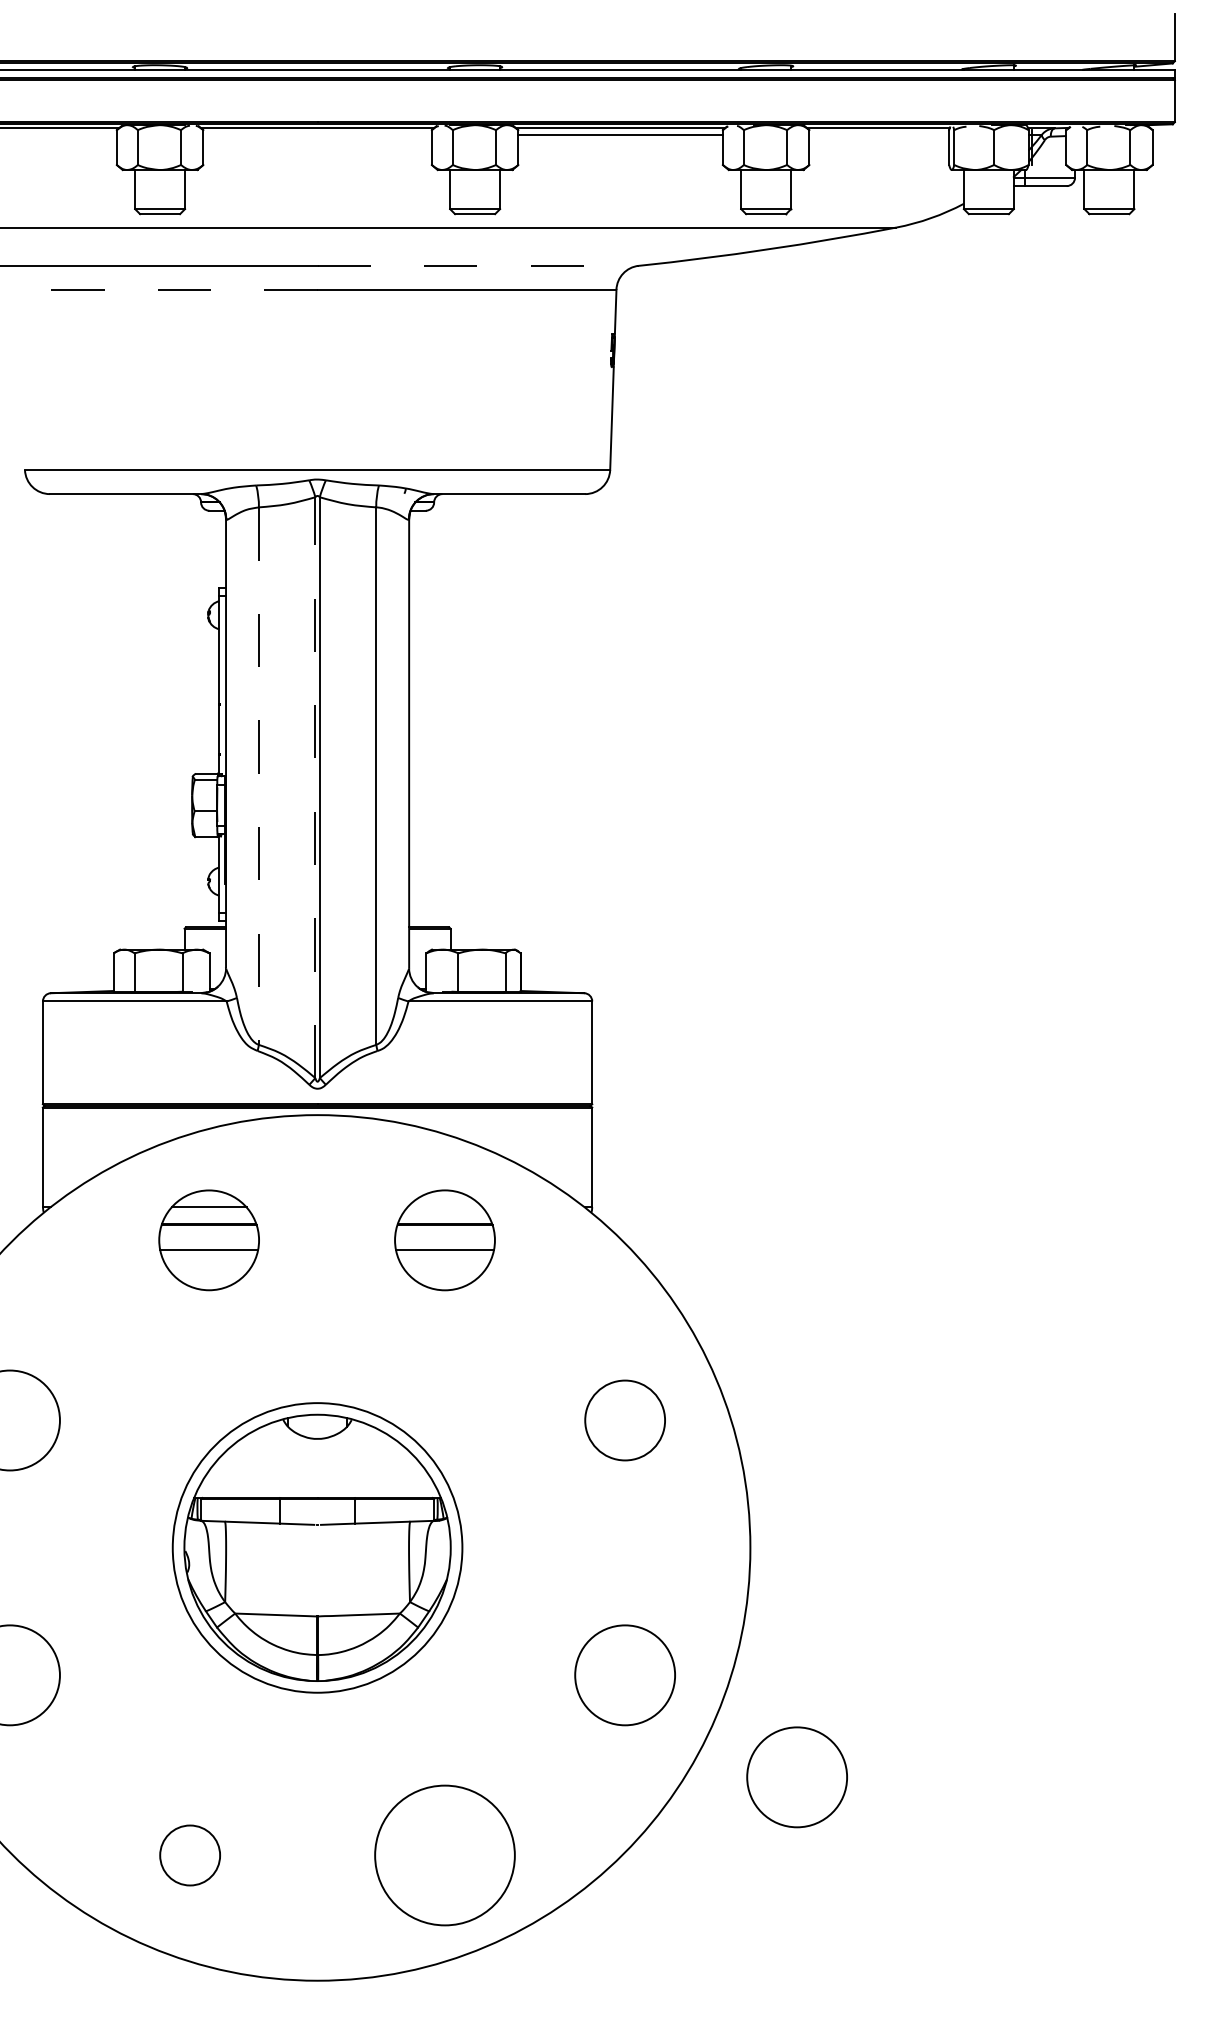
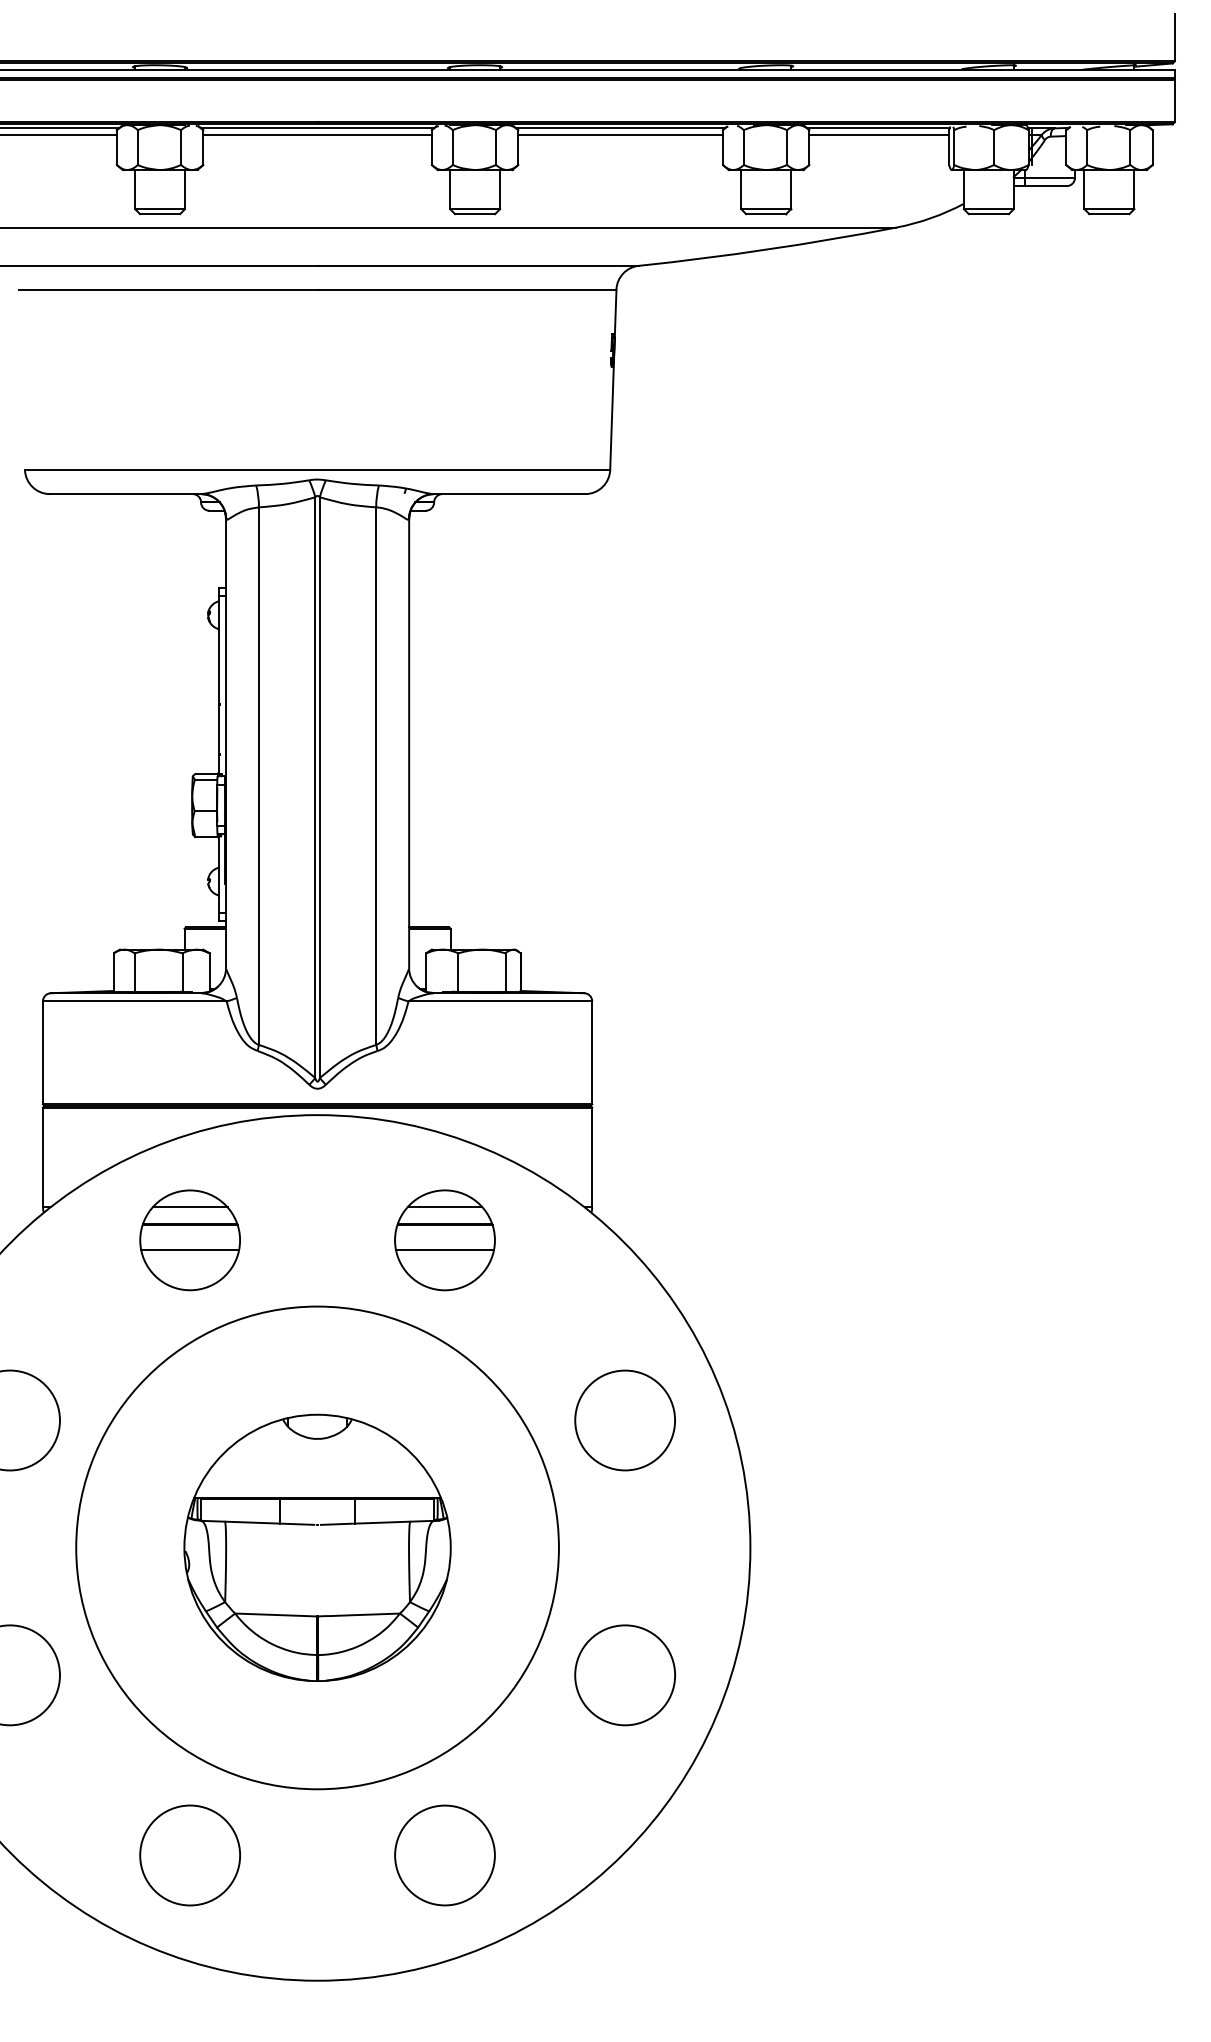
line at (59, 135): none -> present
line at (317, 135): none -> present
line at (879, 135): none -> present
line at (478, 265): dashed -> solid
line at (167, 289): dashed -> solid
line at (258, 776): dashed -> solid
line at (315, 787): dashed -> solid
line at (444, 1207): none -> present
part at (208, 1240) position: (208, 1240) -> (189, 1240)
circle at (625, 1420) diameter: 80 px -> 100 px
circle at (317, 1547) diameter: 290 px -> 483 px
circle at (796, 1777): present -> none
circle at (190, 1855) diameter: 60 px -> 100 px
circle at (444, 1855) diameter: 140 px -> 100 px
